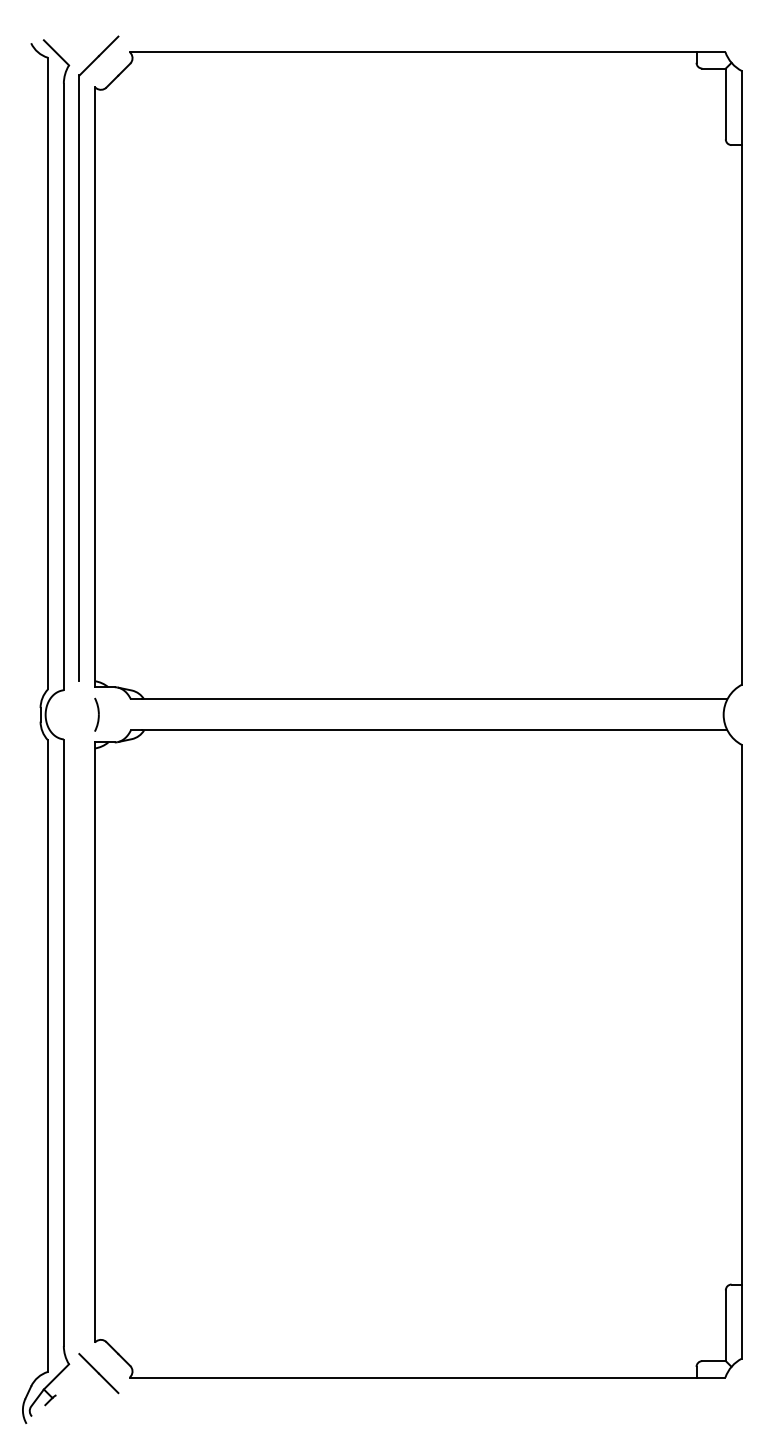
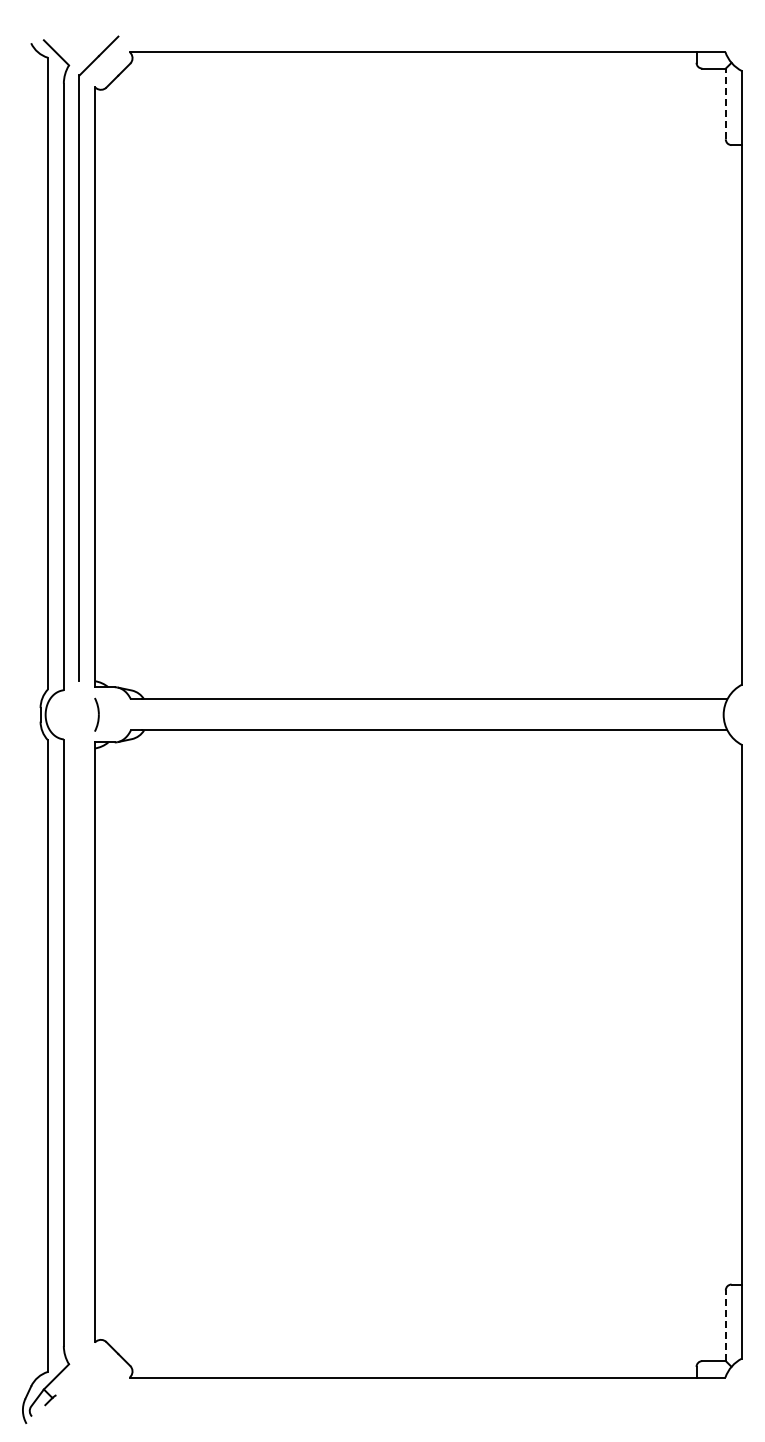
line at (725, 103): solid -> dashed
line at (725, 1325): solid -> dashed
line at (98, 1373): present -> none
